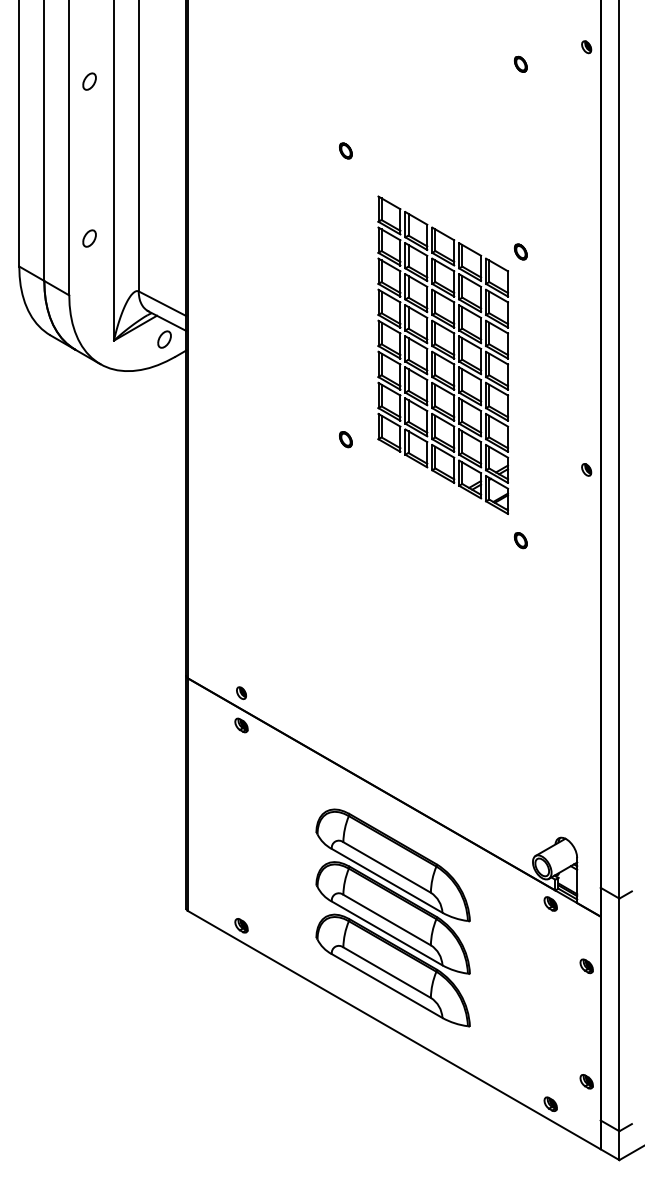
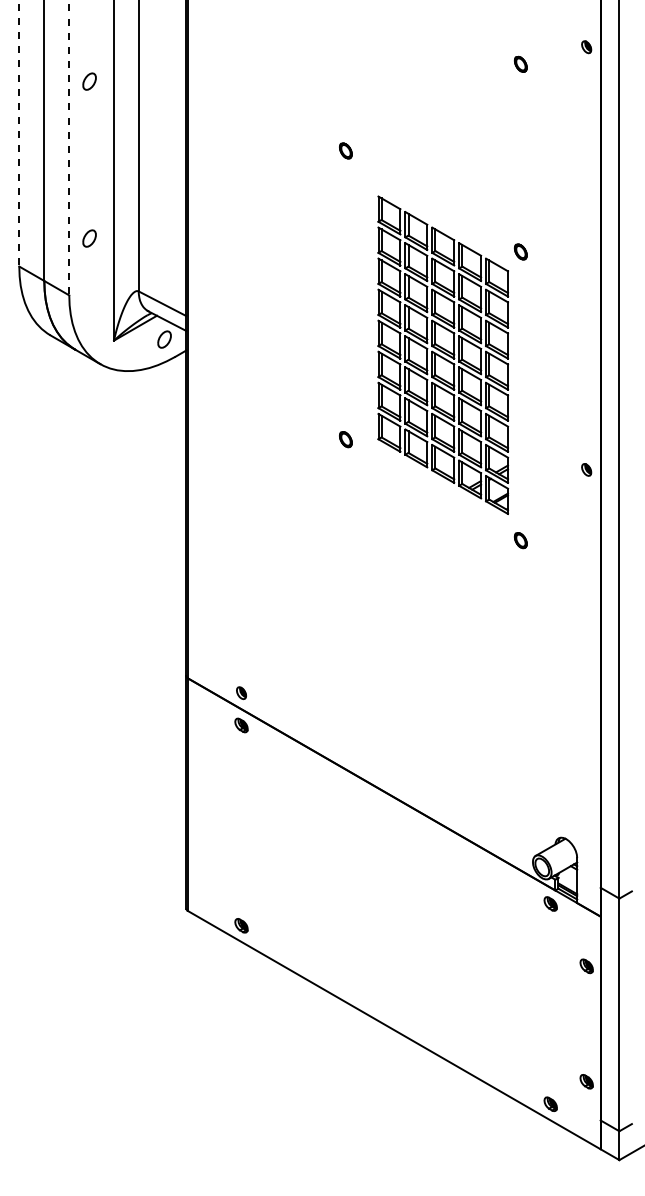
line at (19, 133): solid -> dashed
line at (69, 147): solid -> dashed
part at (392, 917): present -> none
